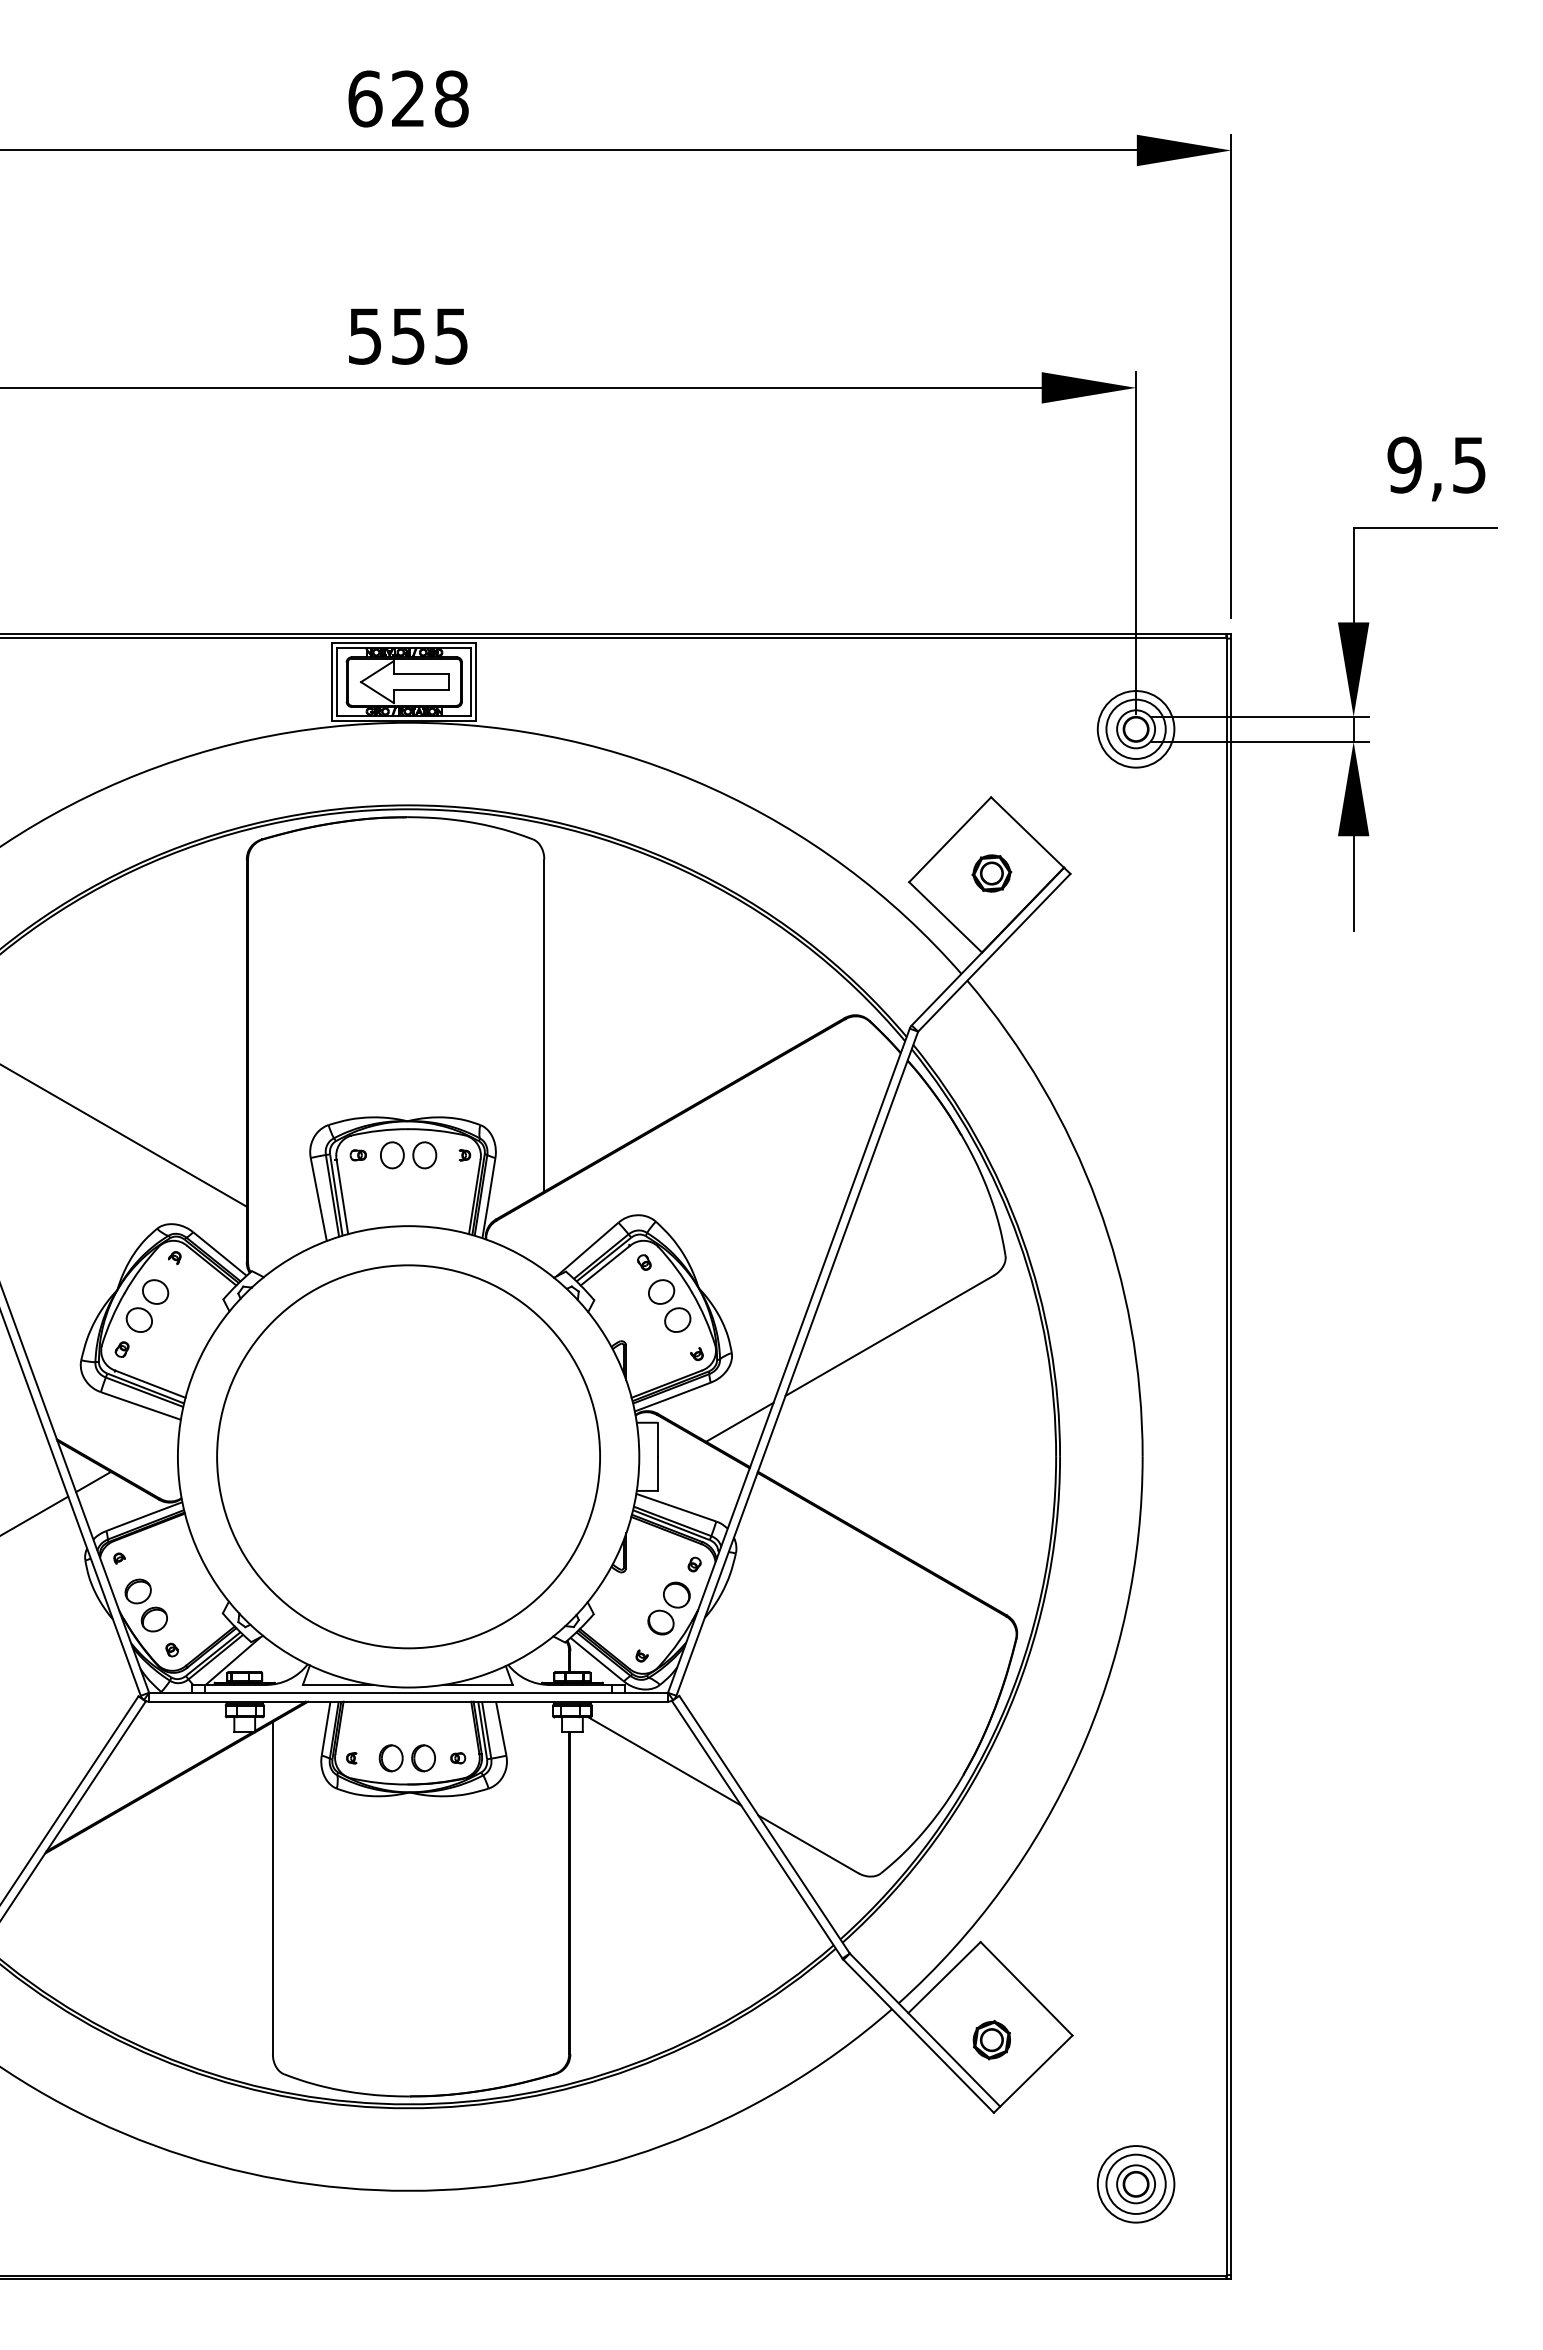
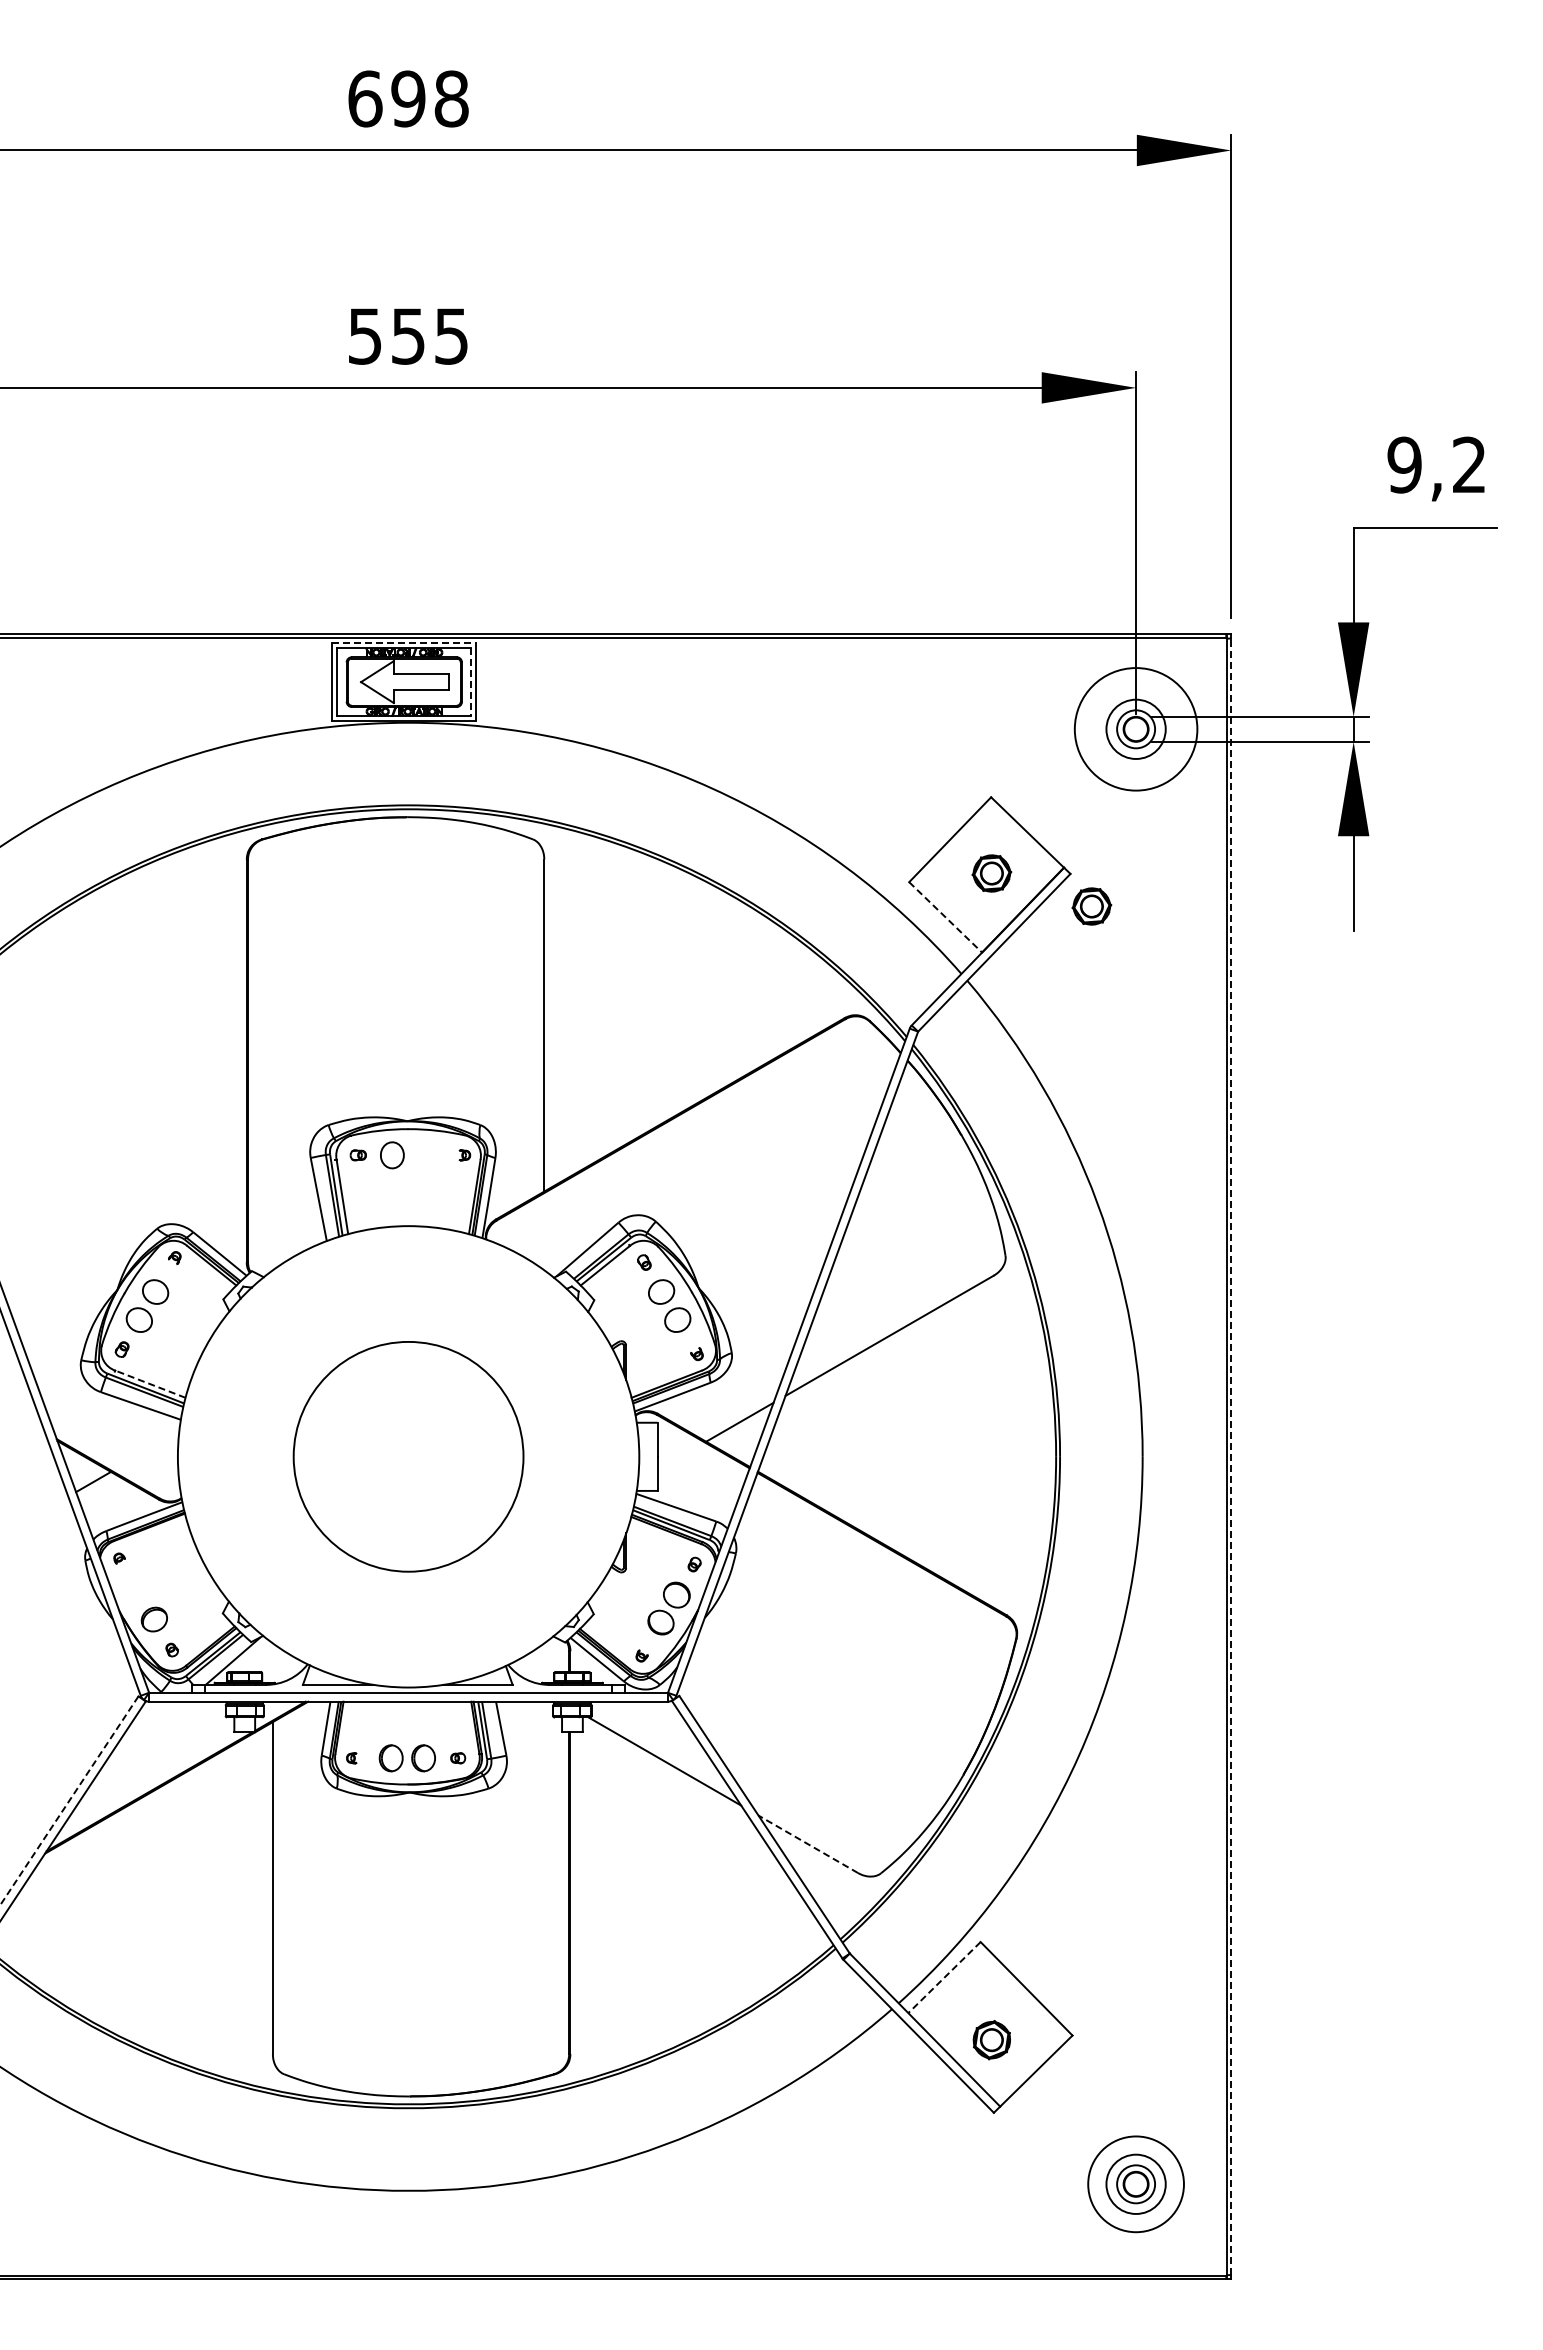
text at (408, 98): 628 -> 698
text at (1469, 464): 9,5 -> 9,2
line at (404, 642): solid -> dashed
line at (471, 682): solid -> dashed
circle at (1135, 729) diameter: 77 px -> 123 px
part at (1091, 906): none -> present
line at (945, 917): solid -> dashed
line at (124, 1135): present -> none
part at (424, 1155): present -> none
line at (150, 1384): solid -> dashed
circle at (408, 1456) diameter: 383 px -> 230 px
line at (1231, 1456): solid -> dashed
line at (35, 1515): present -> none
part at (137, 1591): present -> none
line at (69, 1800): solid -> dashed
line at (807, 1844): solid -> dashed
line at (944, 1977): solid -> dashed
circle at (1135, 2184) diameter: 77 px -> 96 px
